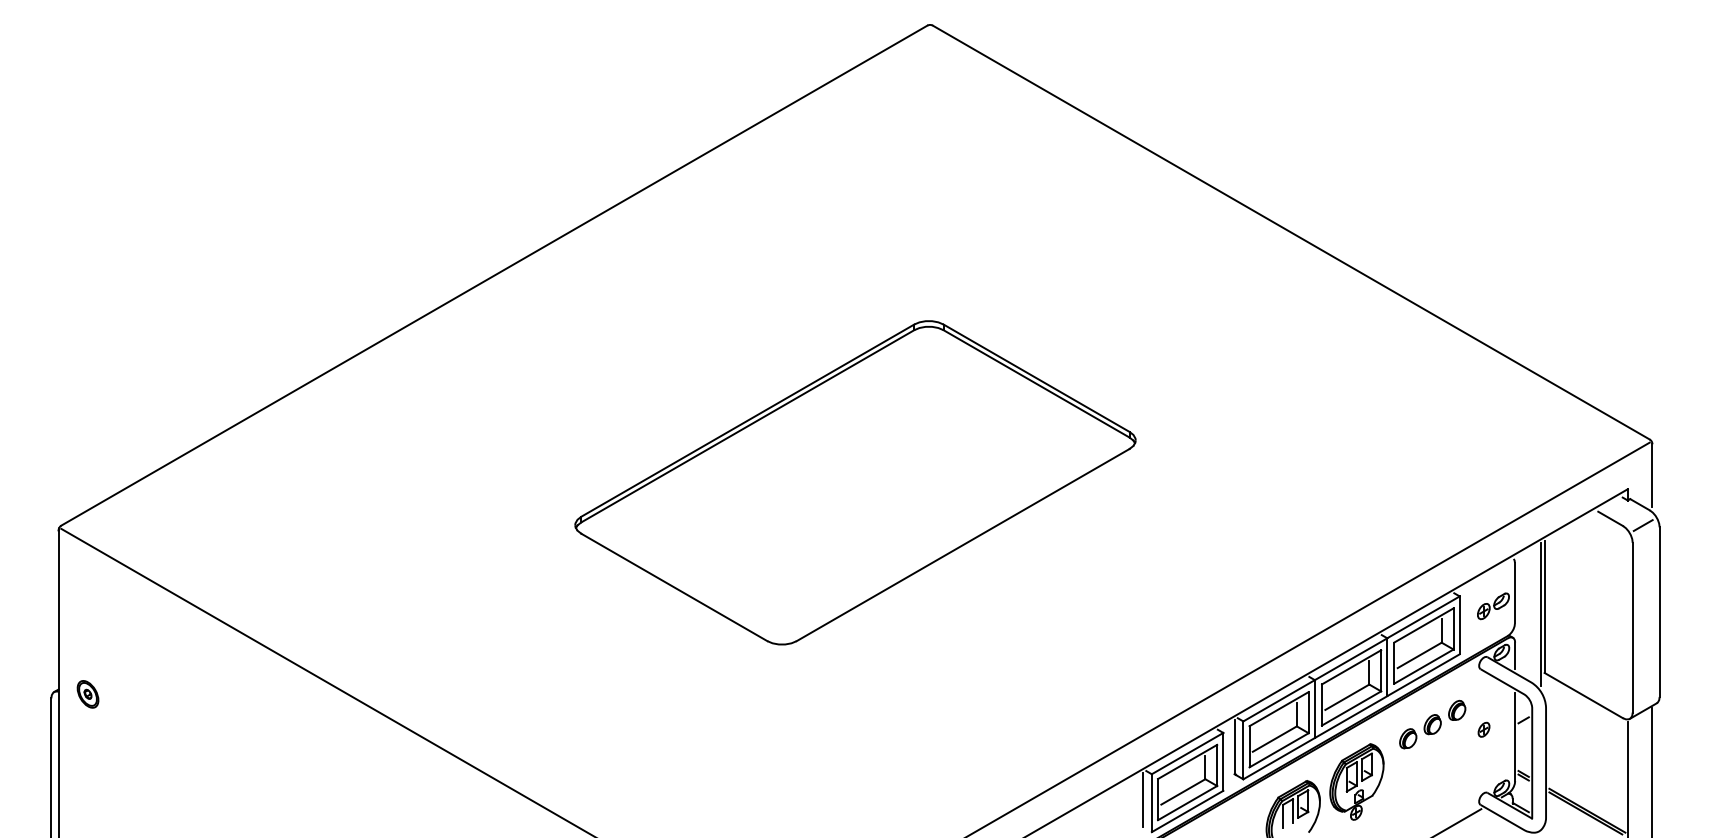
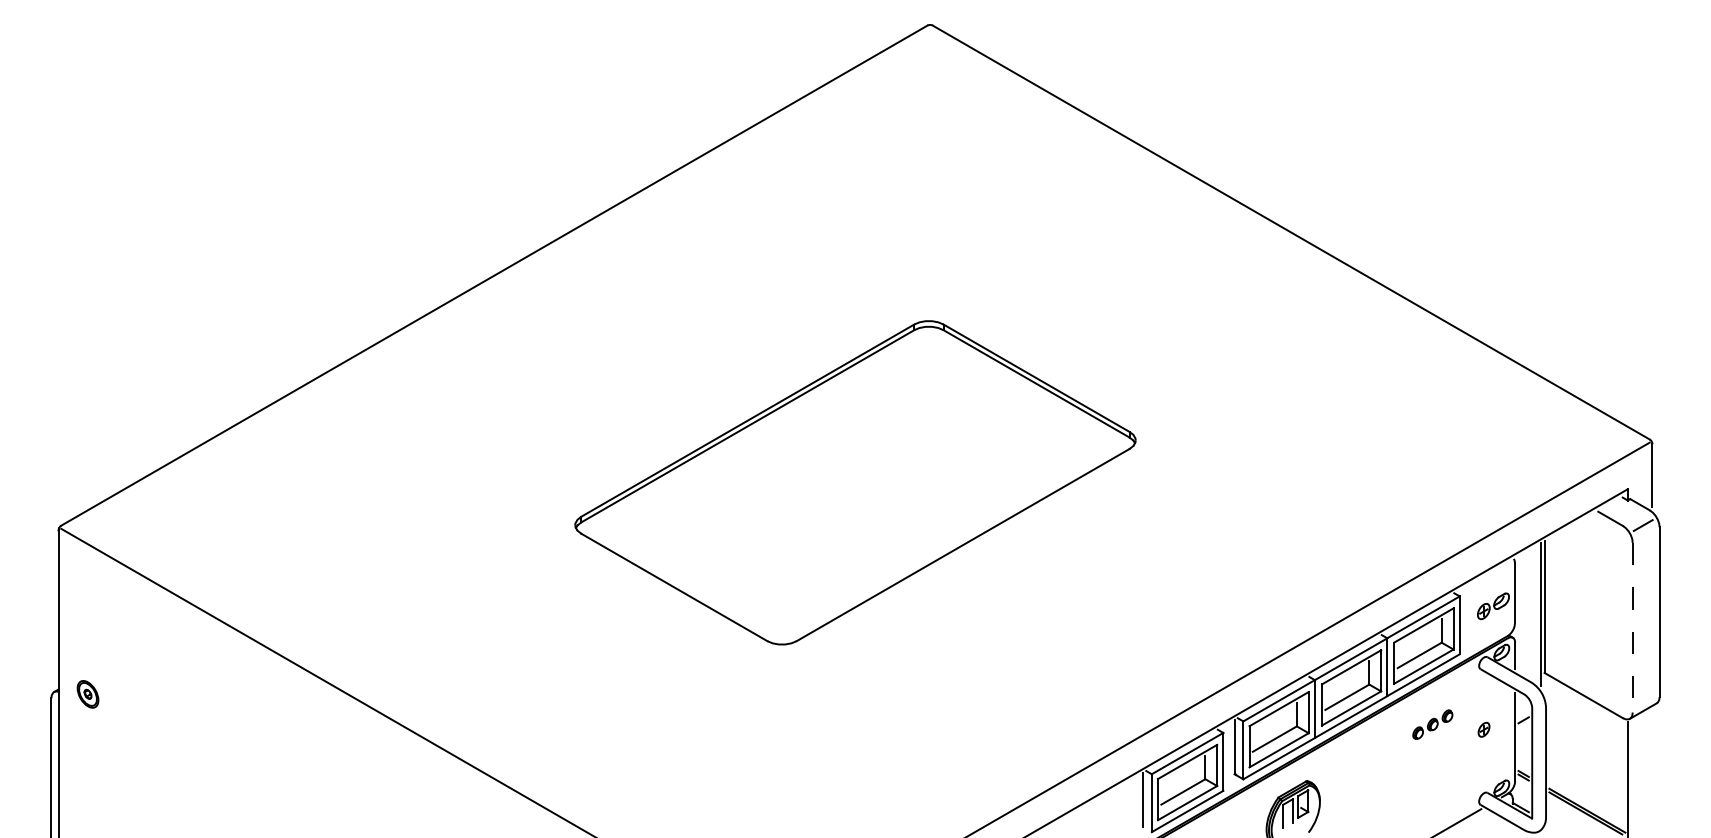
line at (1632, 627): solid -> dashed
part at (1432, 724) size: 68x51 px -> 42x31 px
line at (1652, 770): present -> none
part at (1356, 781): present -> none
